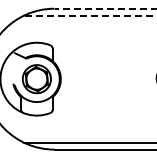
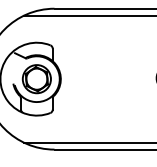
line at (105, 8): dashed -> solid
line at (89, 15): dashed -> solid
